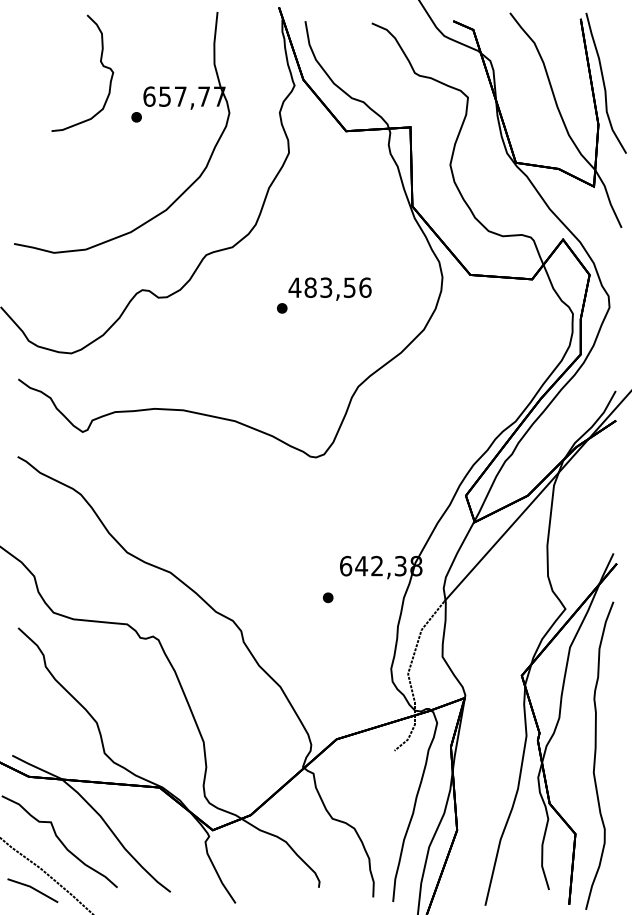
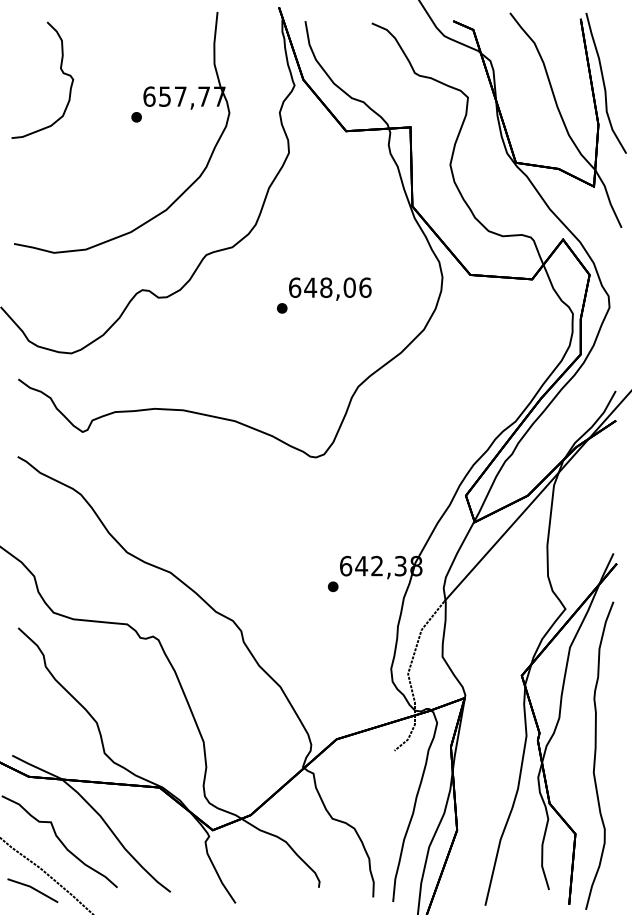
part at (100, 62) position: (100, 62) -> (60, 69)
text at (321, 287): 483,56 -> 648,06
part at (328, 597) position: (328, 597) -> (333, 586)
